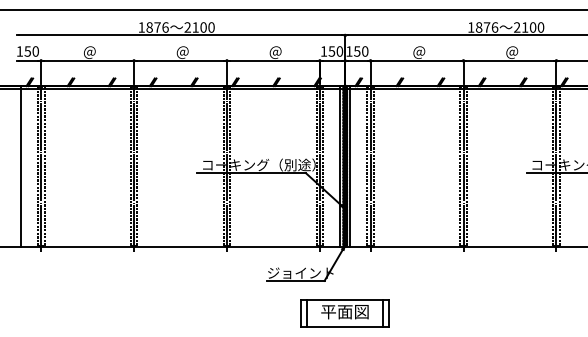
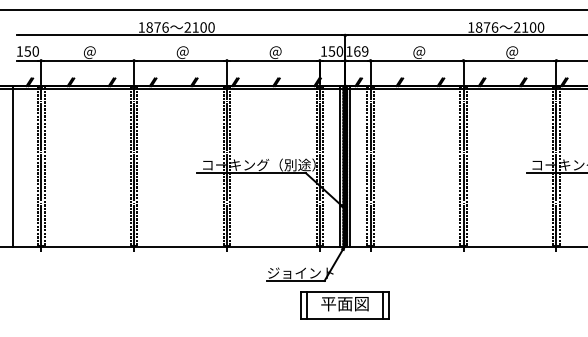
text at (361, 51): 150 -> 169
line at (20, 166) position: (20, 166) -> (12, 166)
part at (344, 313) position: (344, 313) -> (344, 305)
